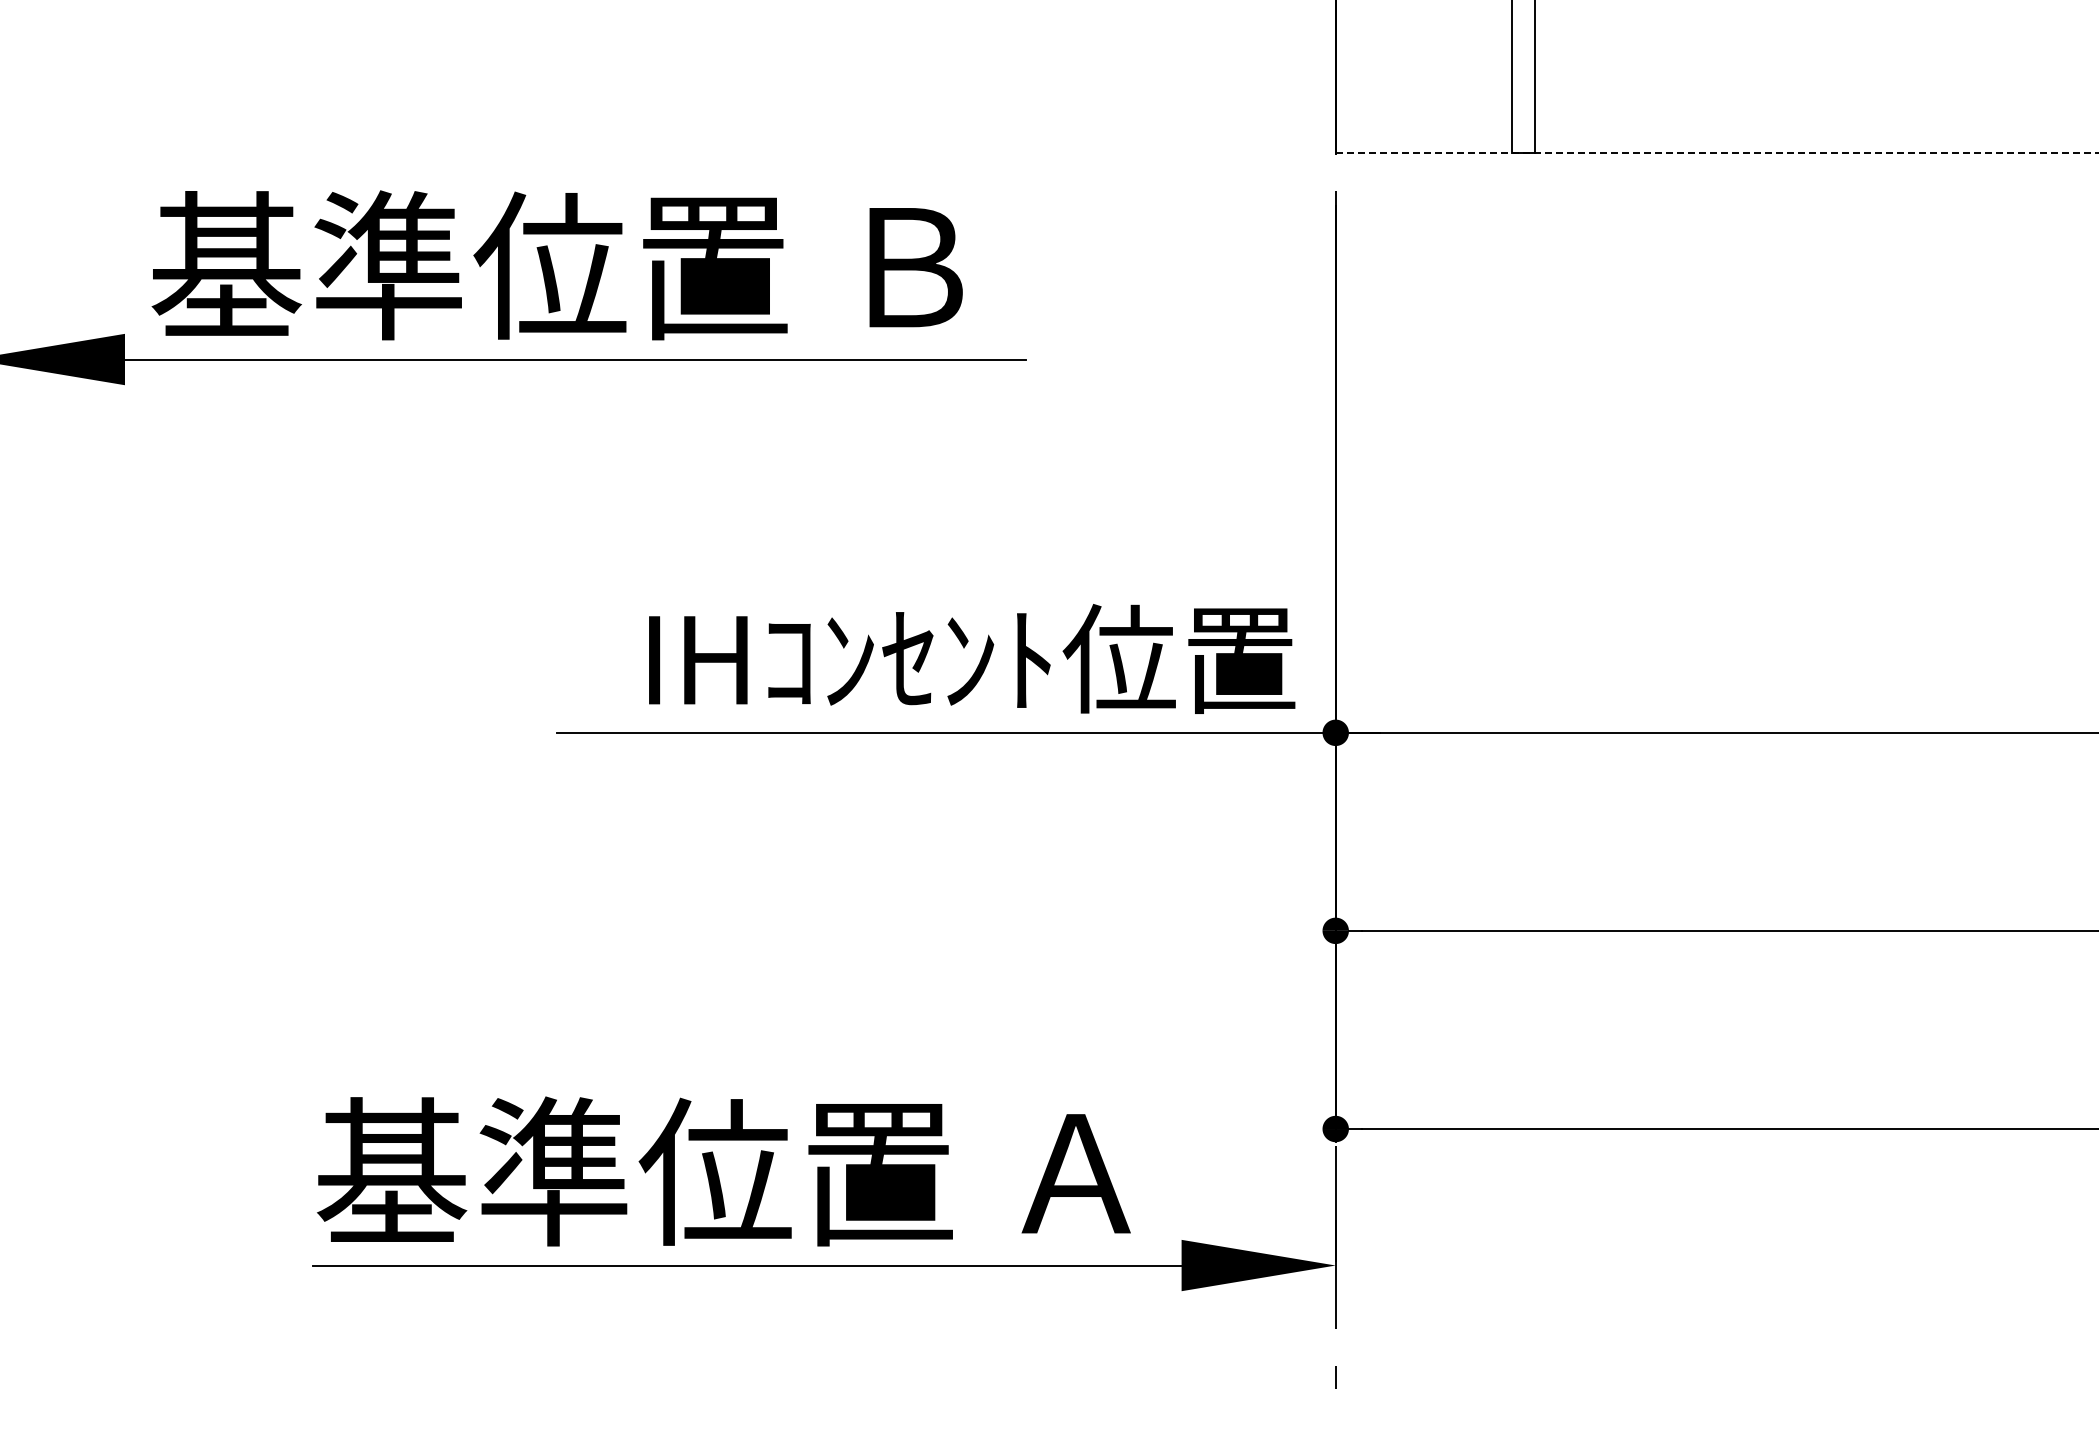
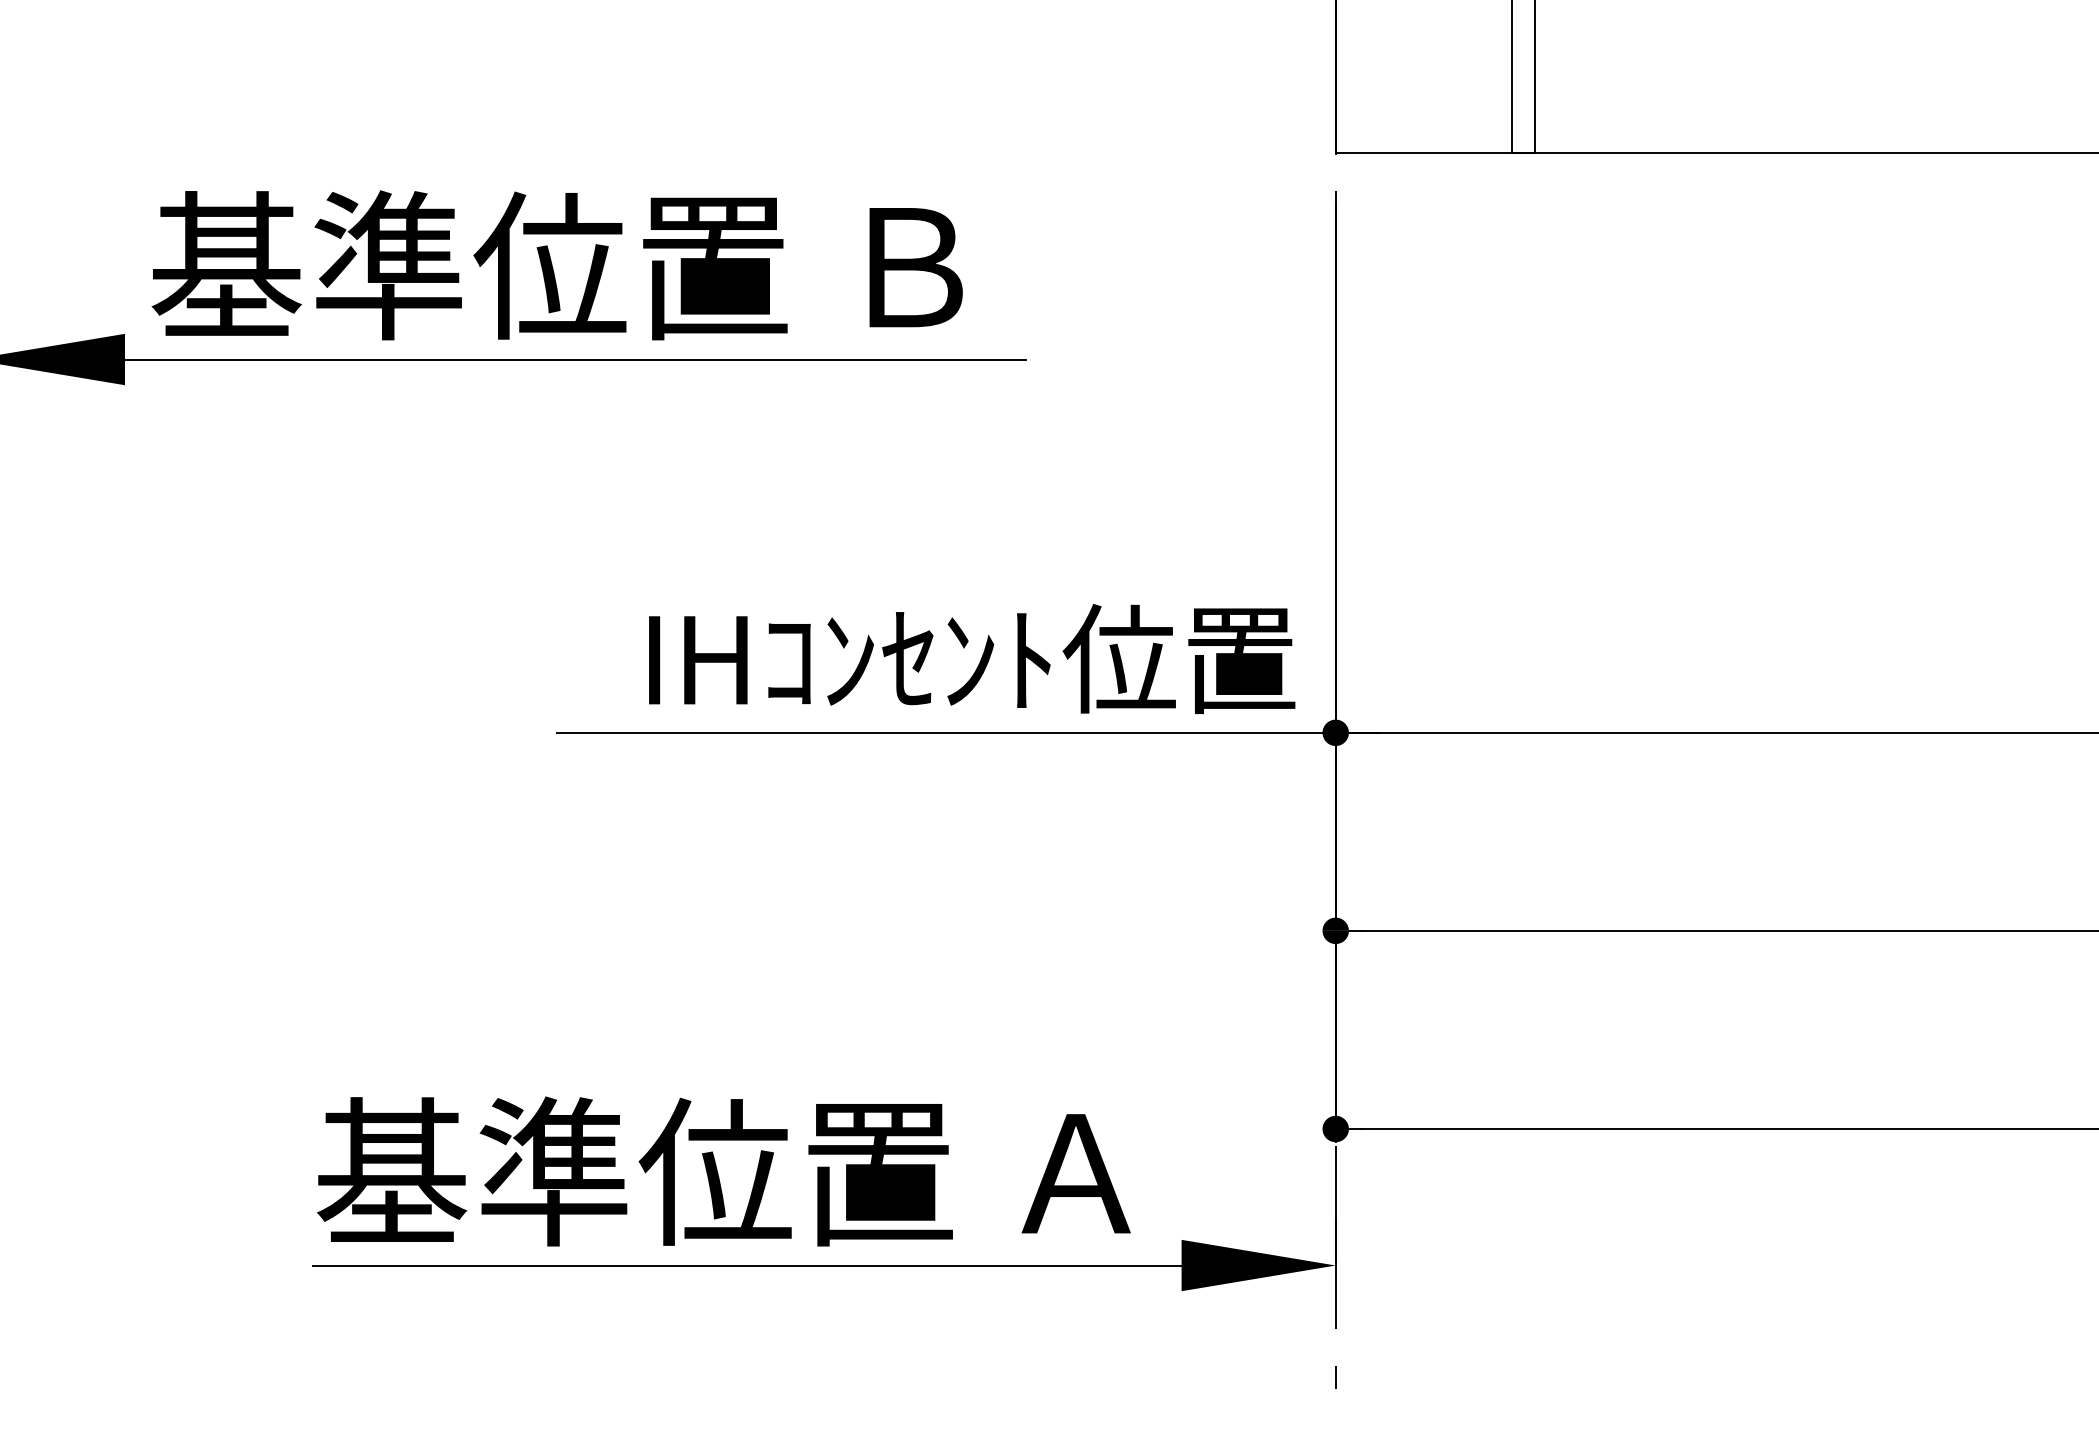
line at (1717, 153): dashed -> solid
